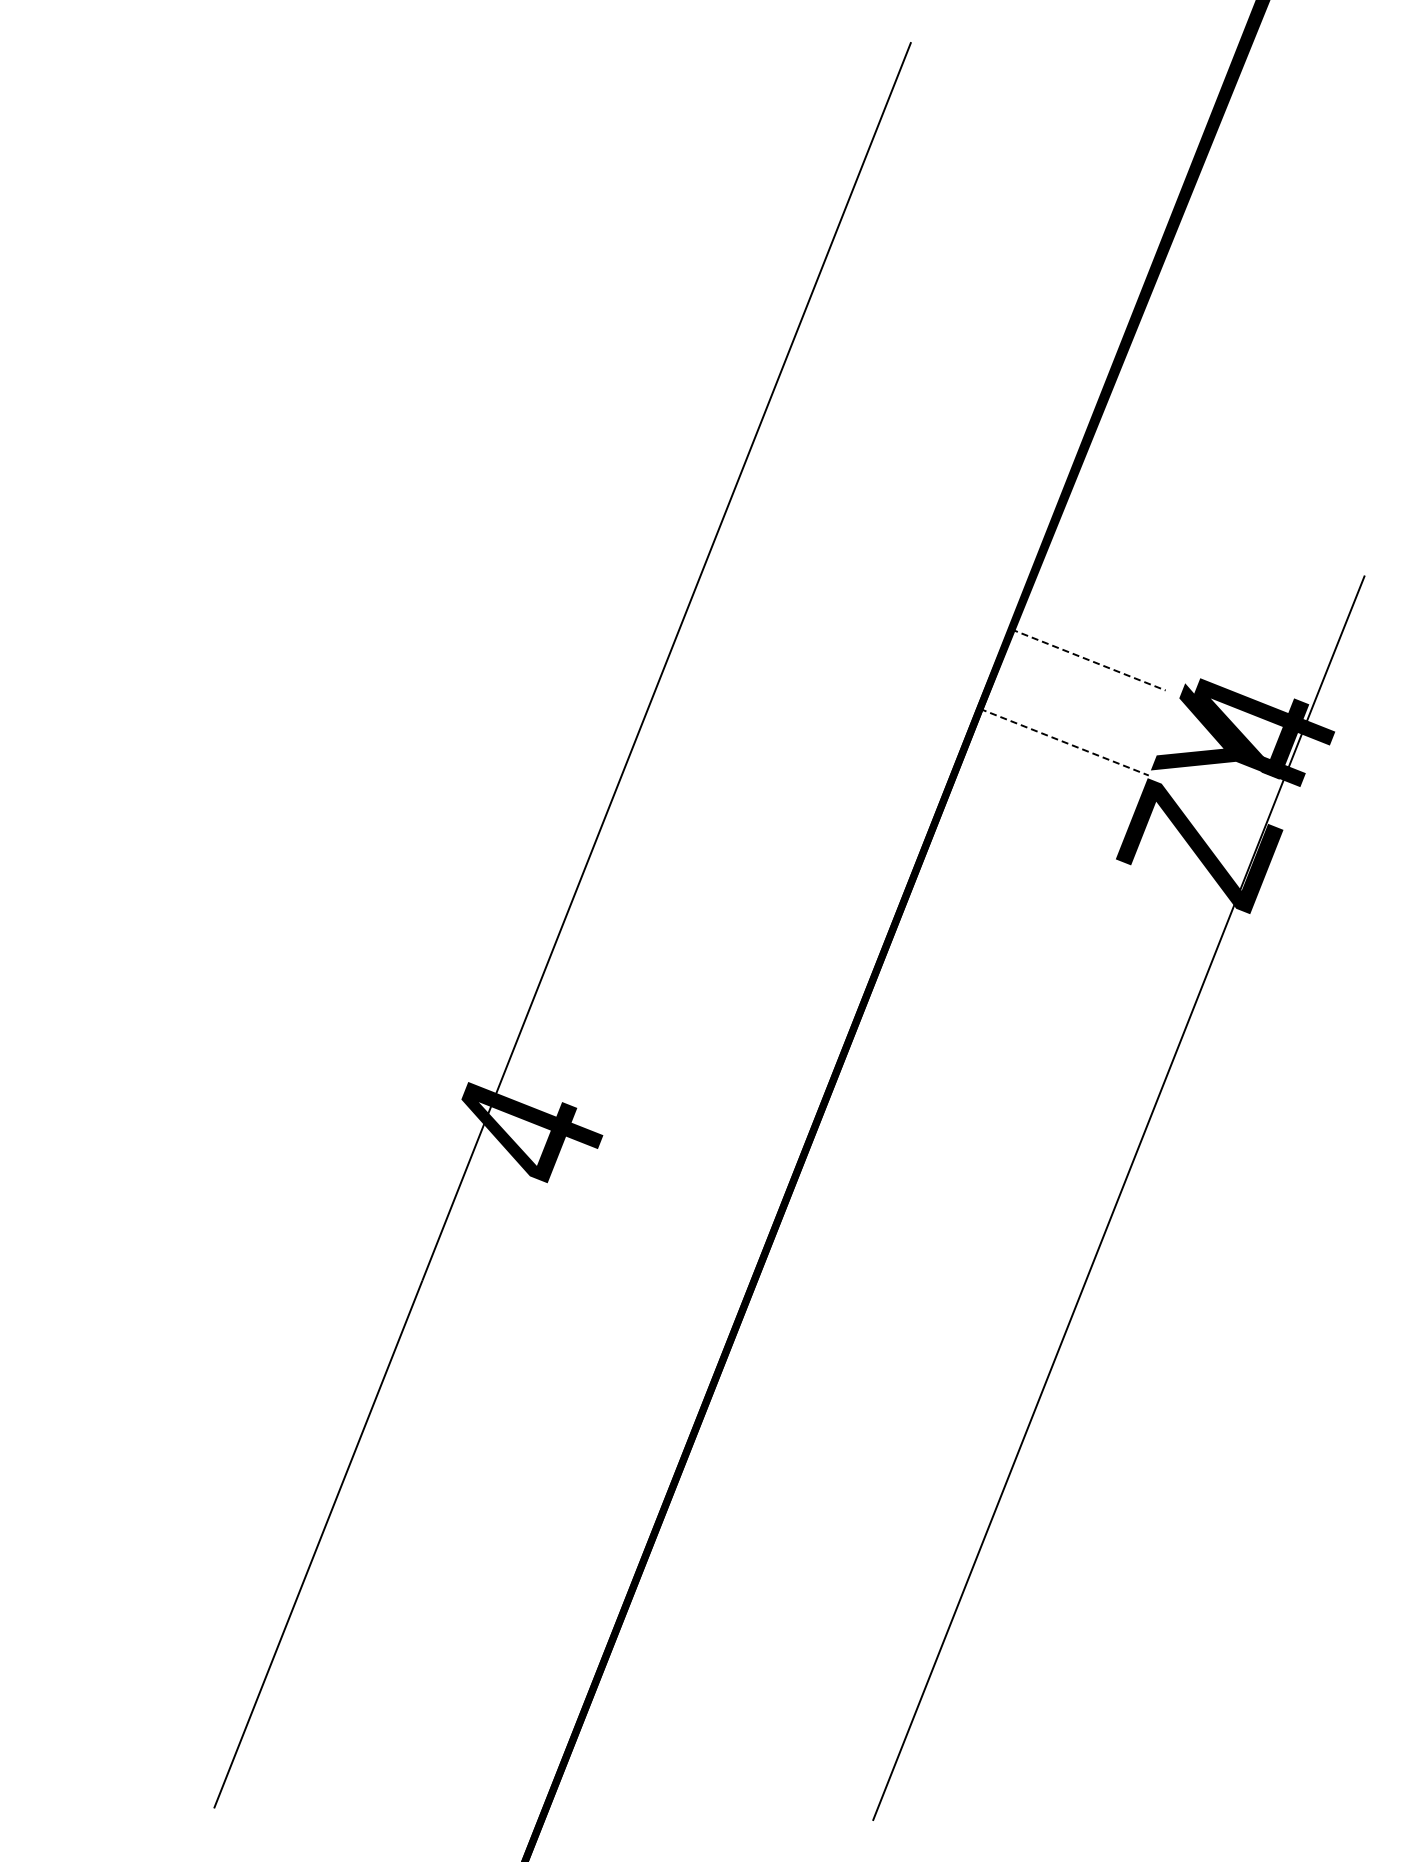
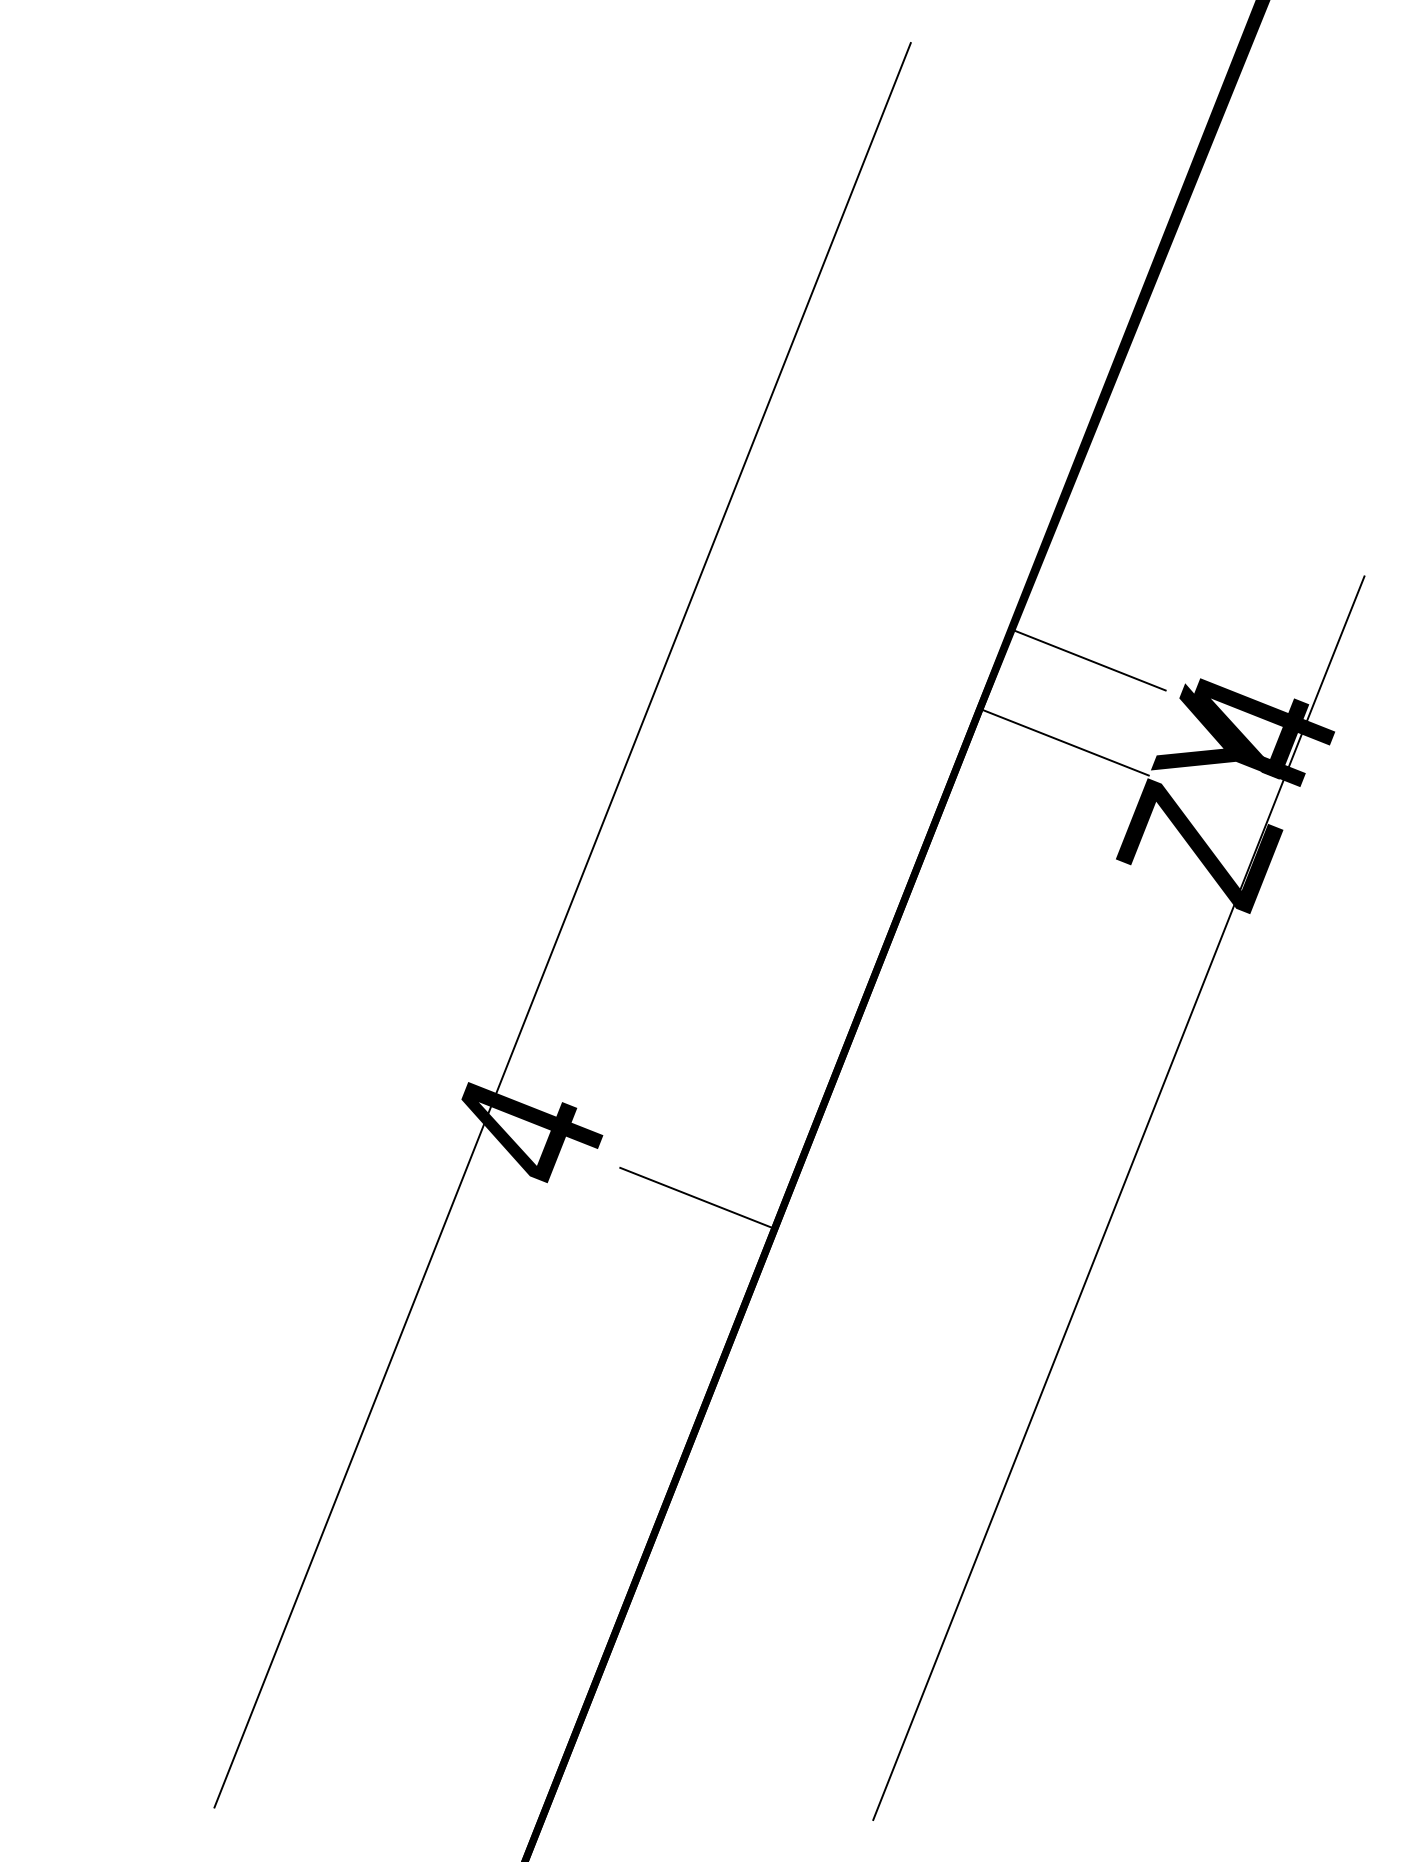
line at (1088, 660): dashed -> solid
line at (1064, 742): dashed -> solid
line at (697, 1197): none -> present
